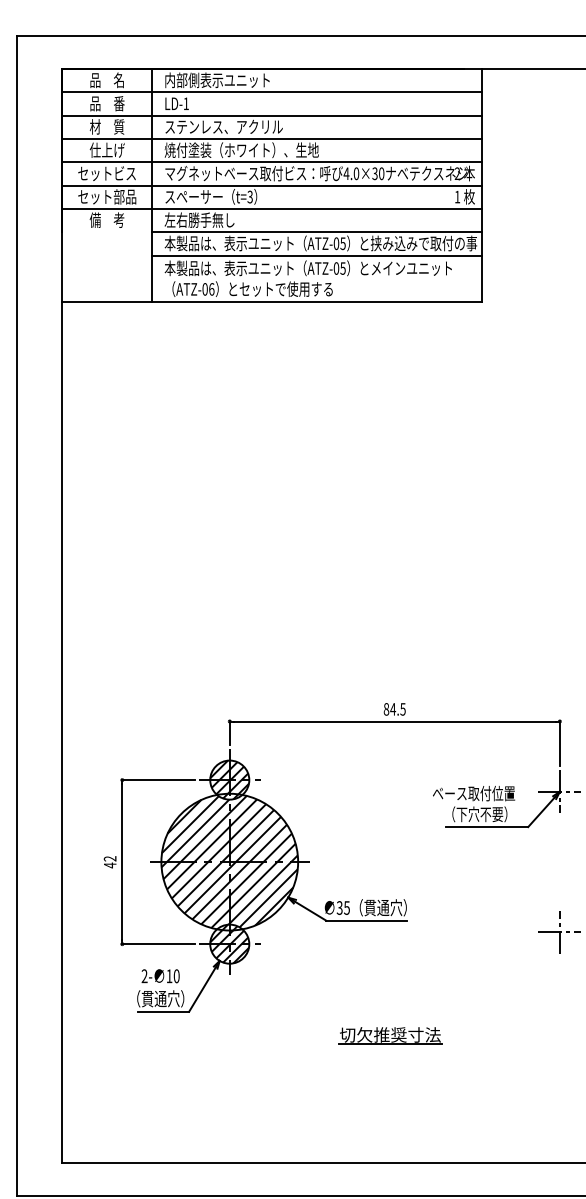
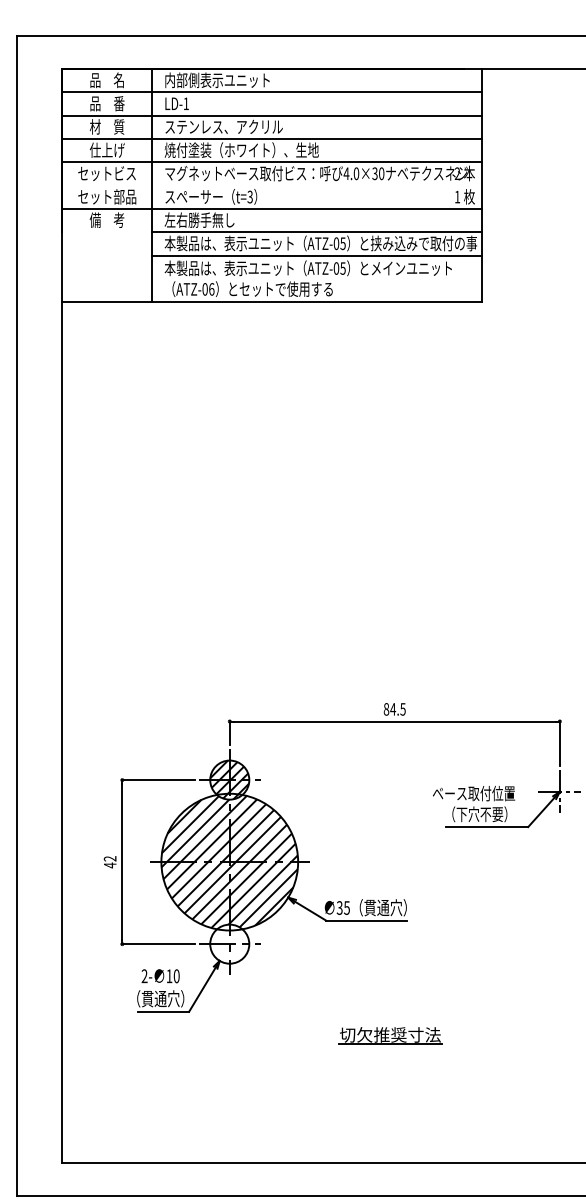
line at (271, 185): present -> none
part at (559, 932): present -> none
hatch at (229, 943): present -> none
